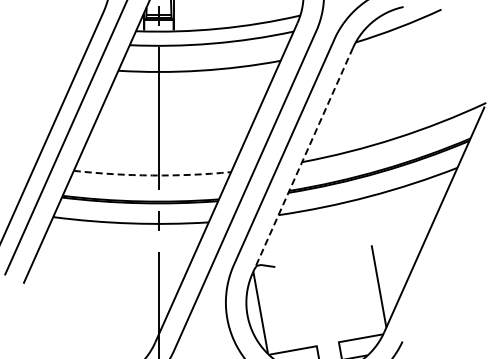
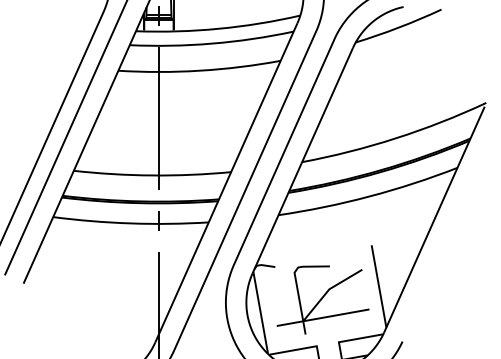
line at (302, 161): dashed -> solid
arc at (152, 175): dashed -> solid
part at (322, 299): none -> present
